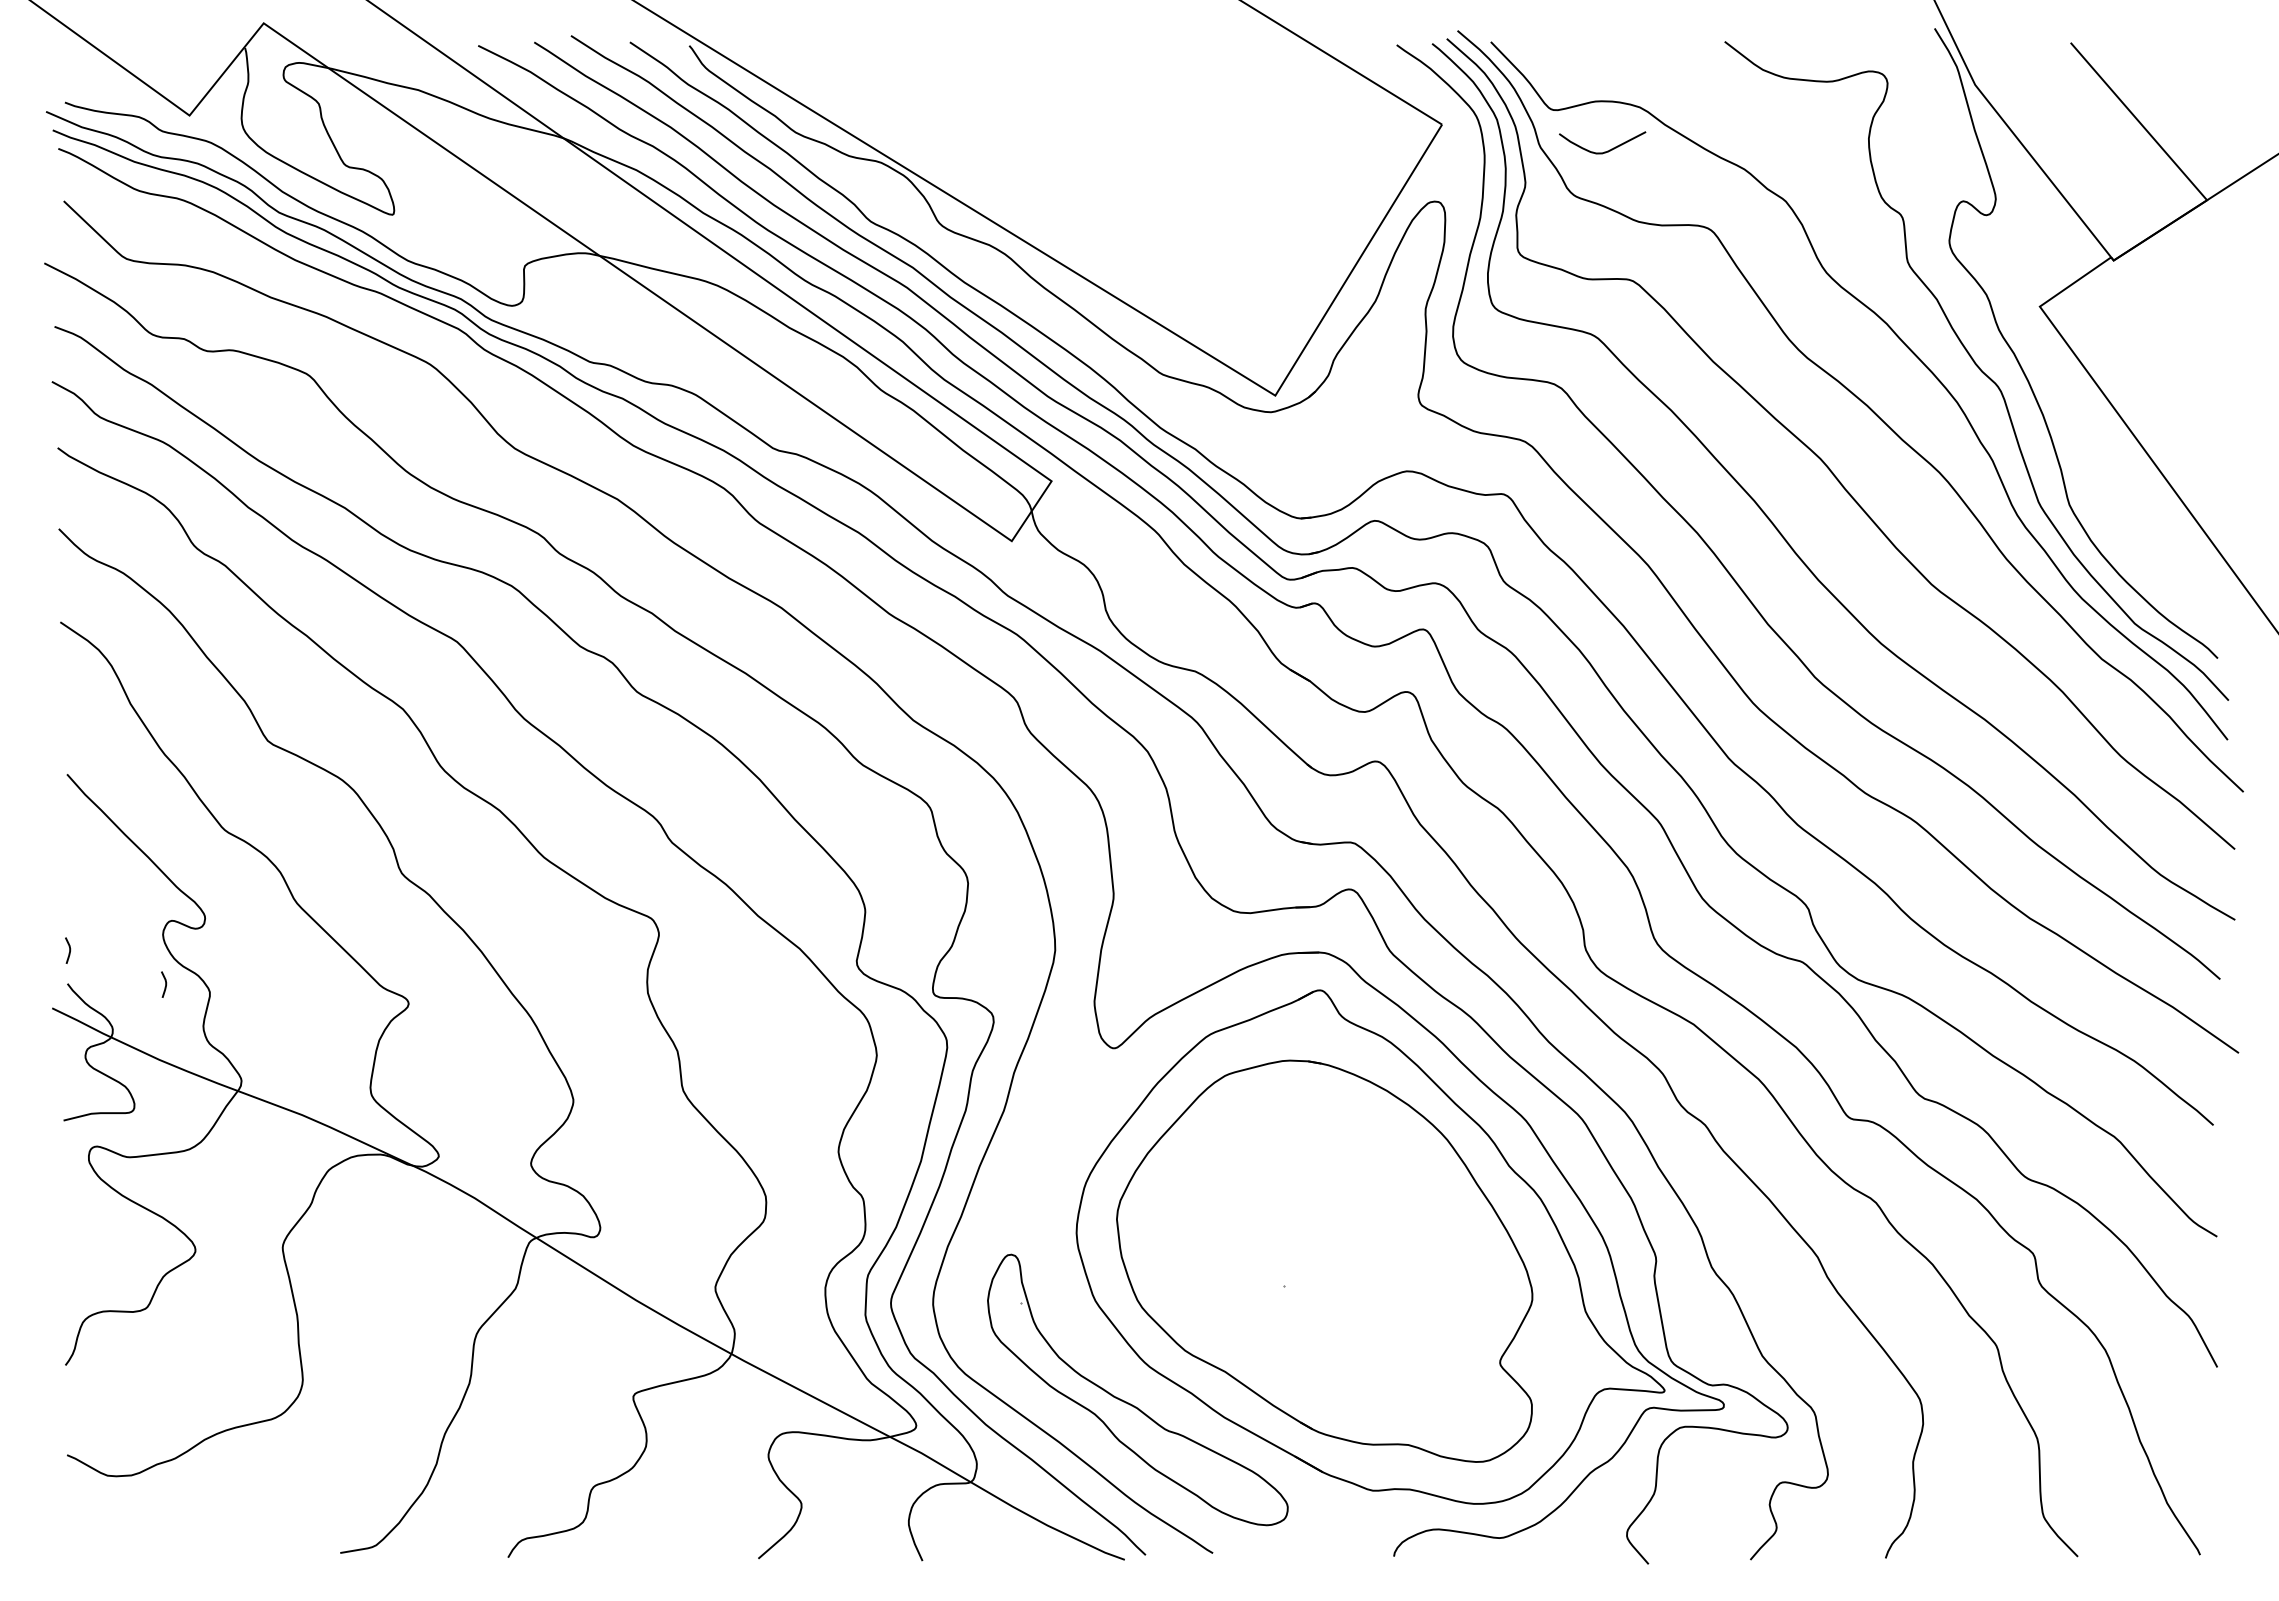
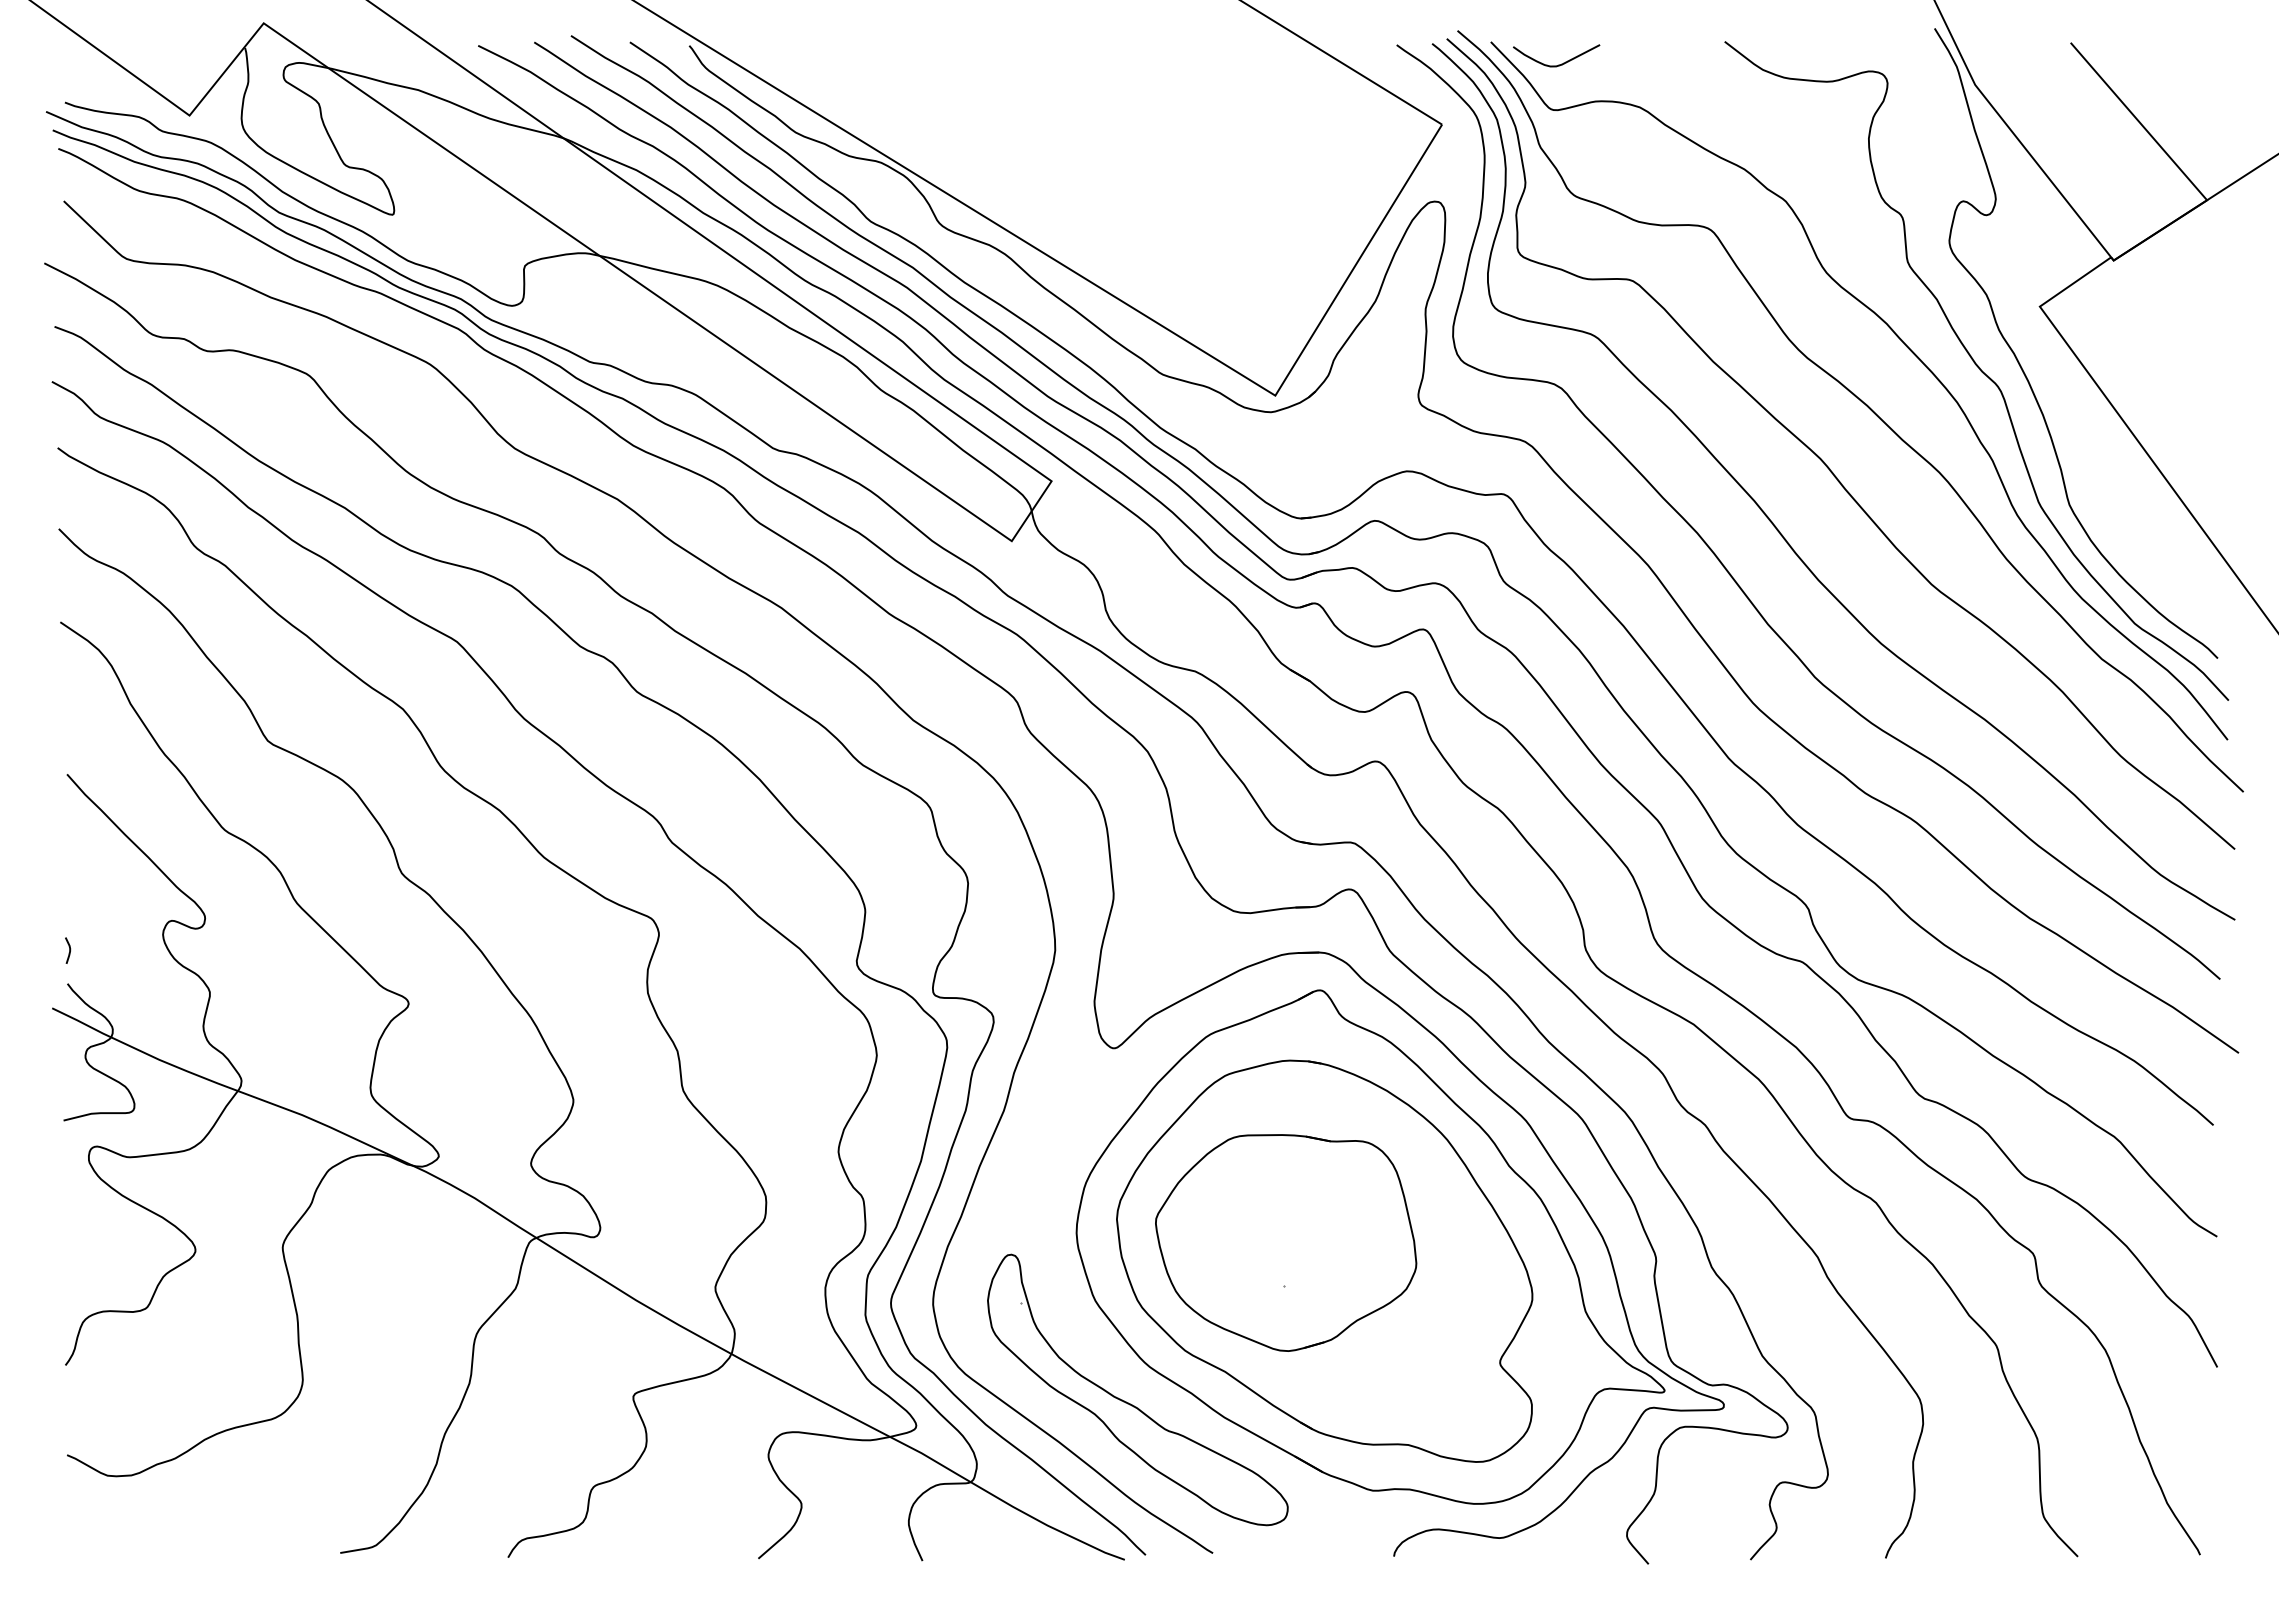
curve at (1604, 151) position: (1604, 151) -> (1558, 64)
curve at (165, 984): present -> none
part at (1286, 1242): none -> present
